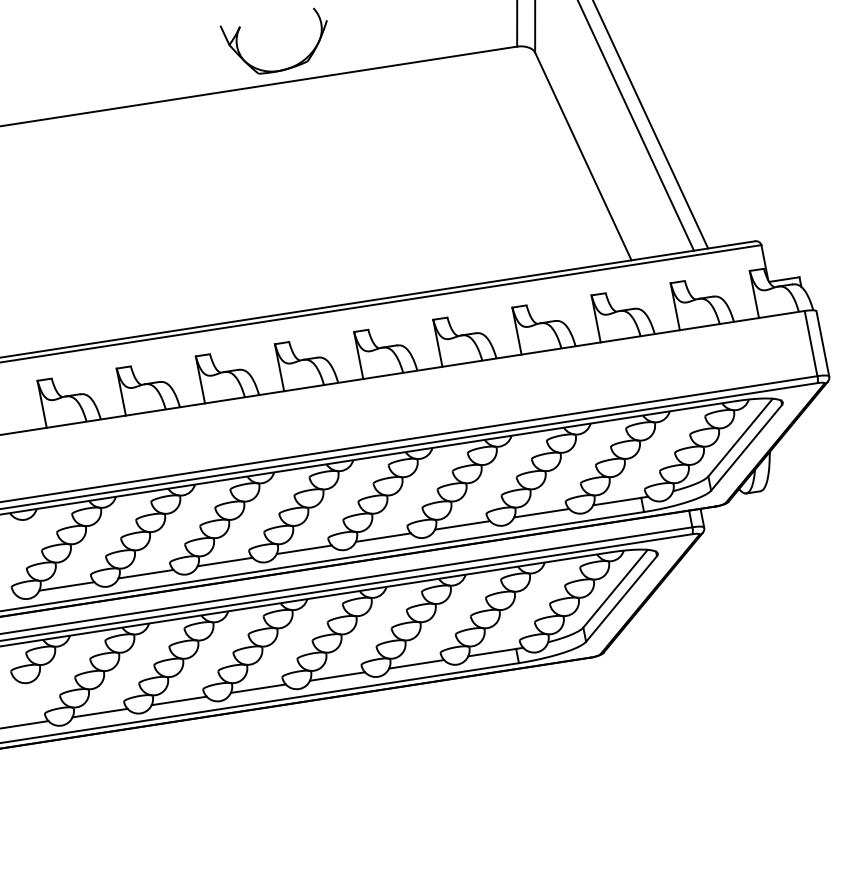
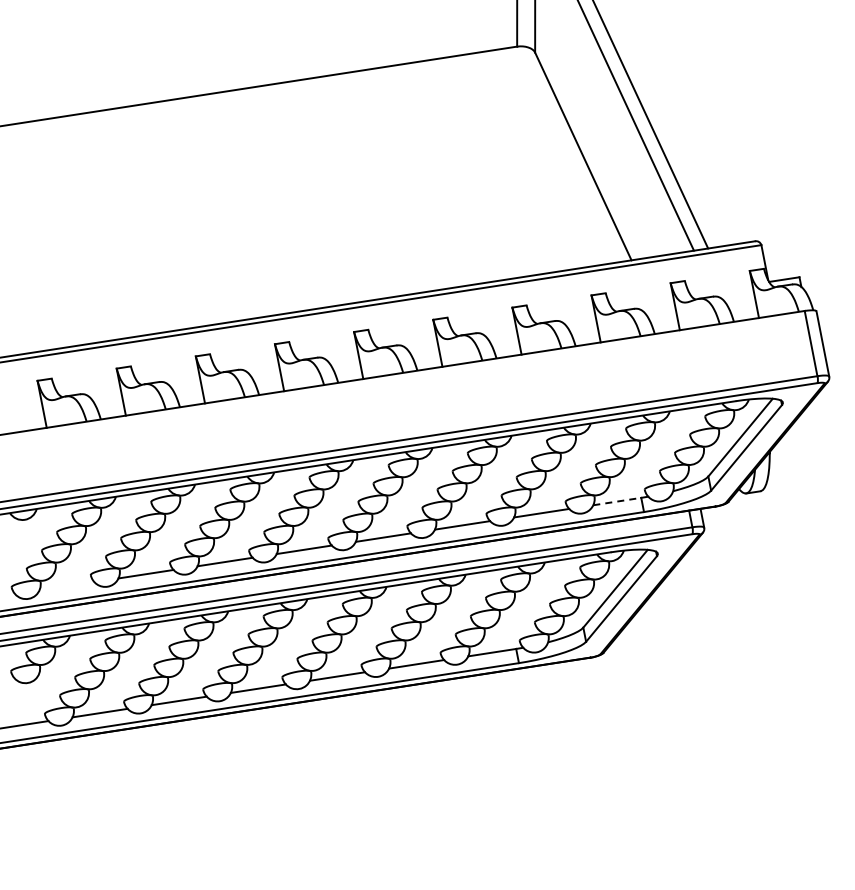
part at (279, 69): present -> none
line at (617, 501): solid -> dashed
line at (66, 586): present -> none
